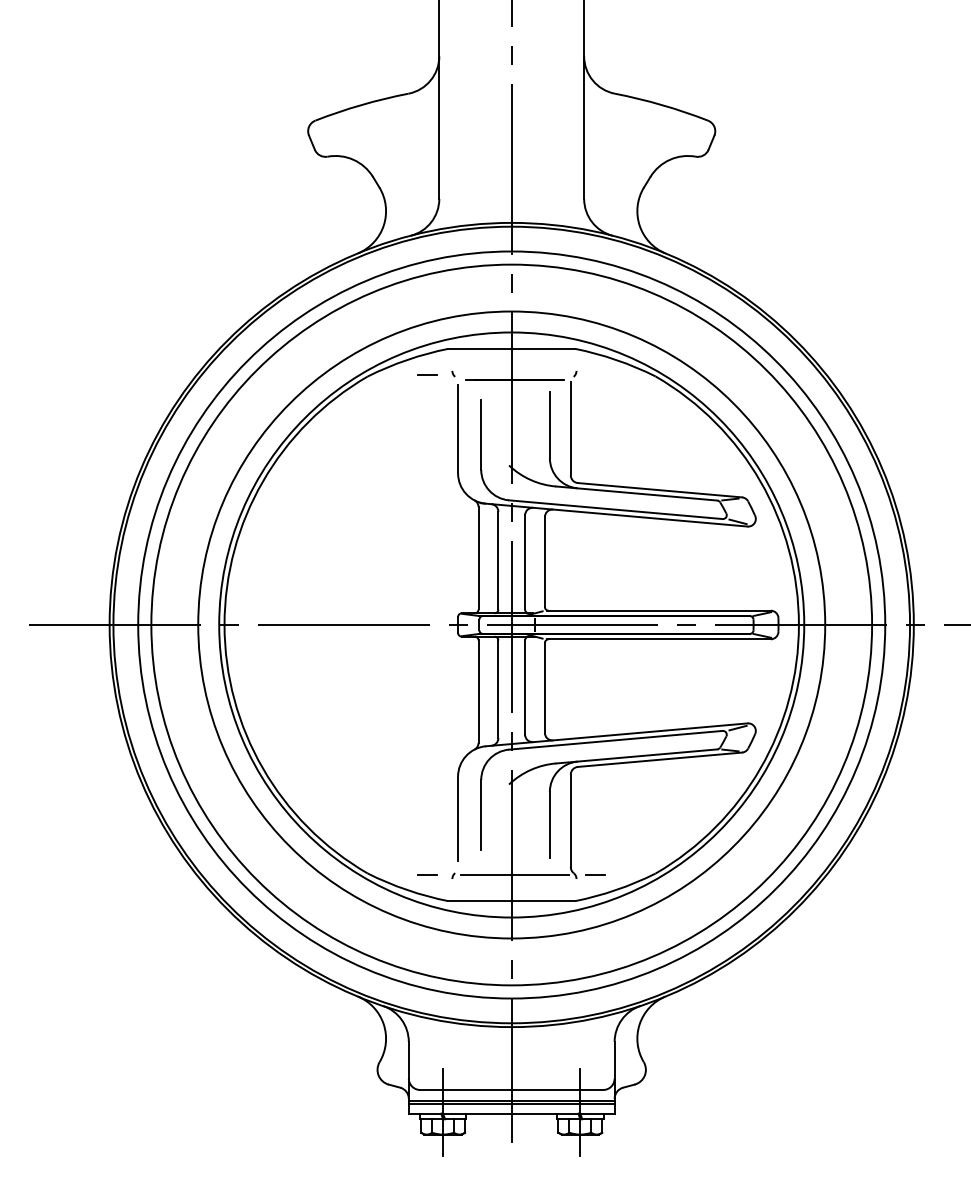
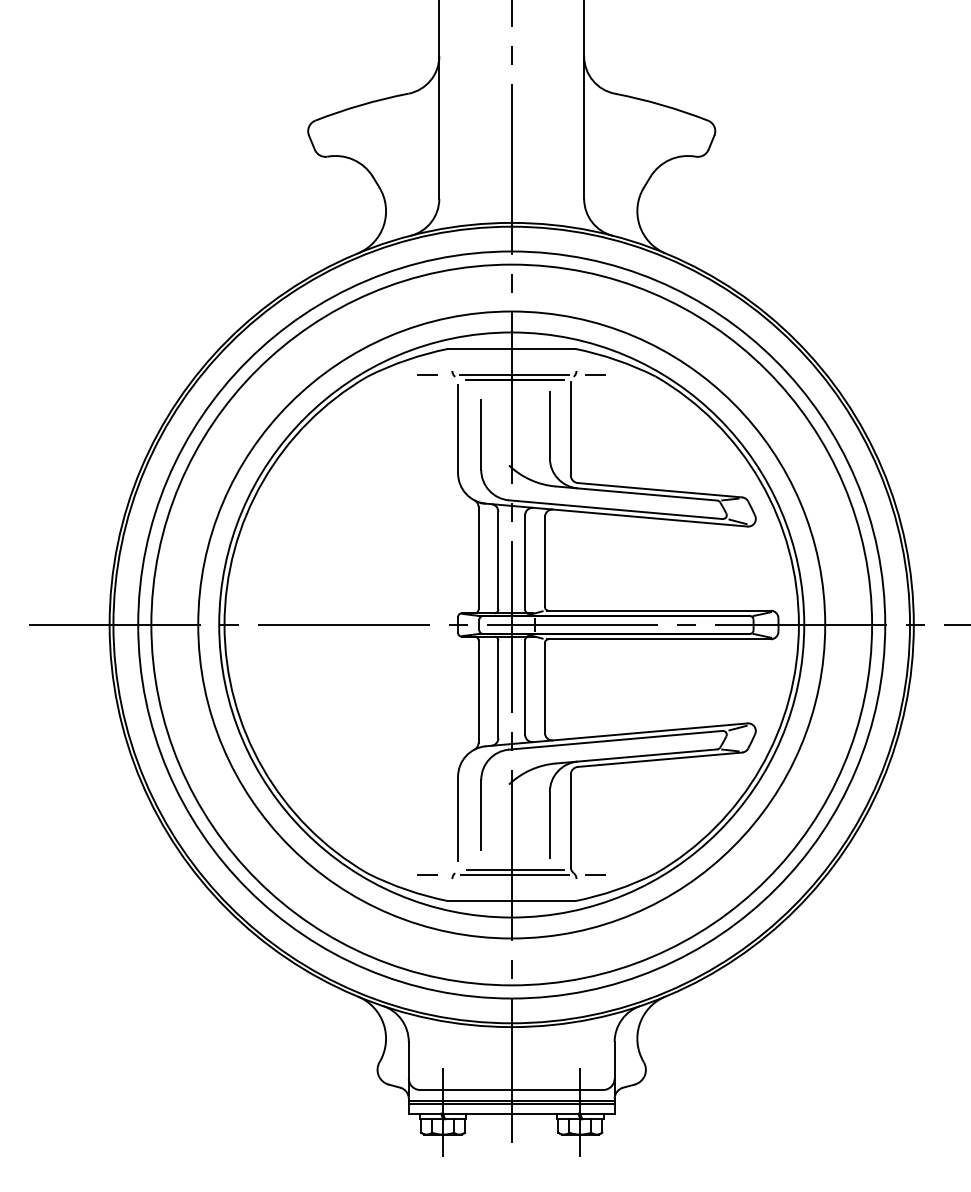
line at (595, 374): none -> present
line at (513, 375): none -> present
line at (514, 869): none -> present
